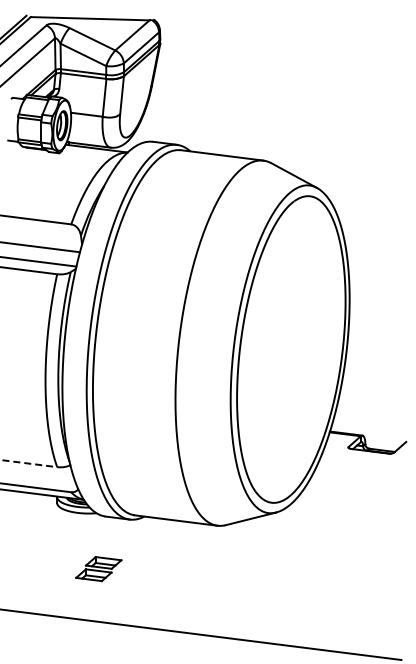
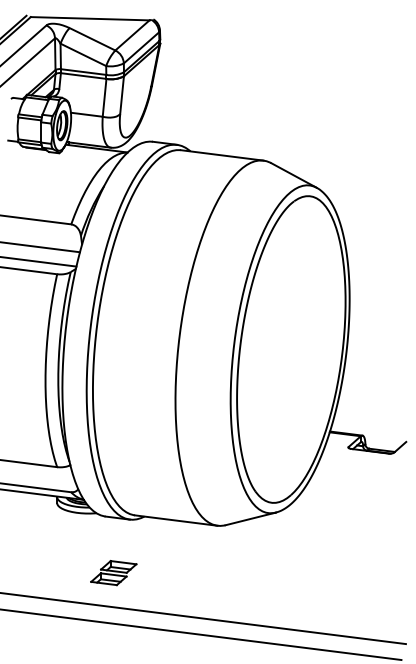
line at (29, 463): dashed -> solid
part at (98, 569) position: (98, 569) -> (113, 573)
line at (203, 618): none -> present
